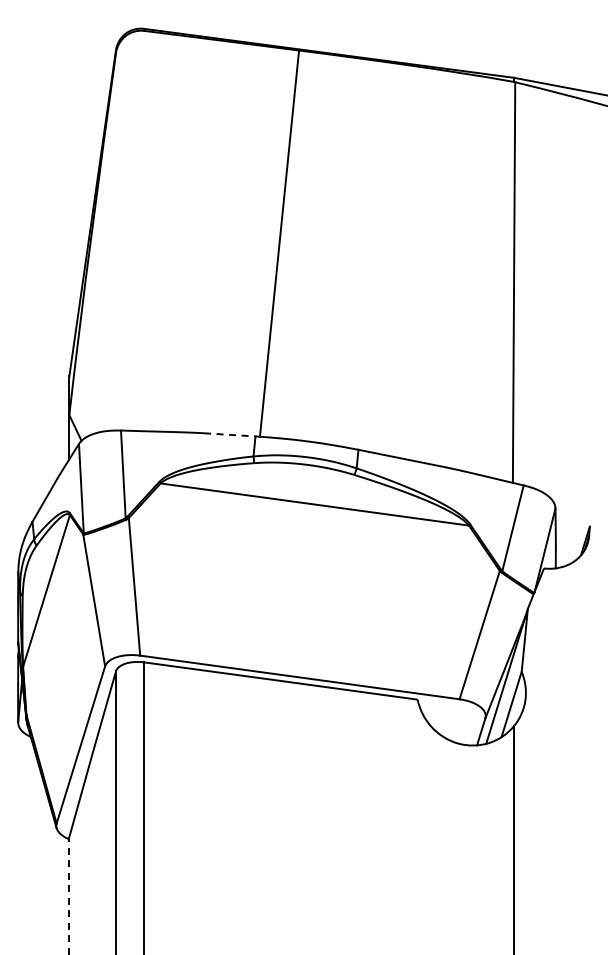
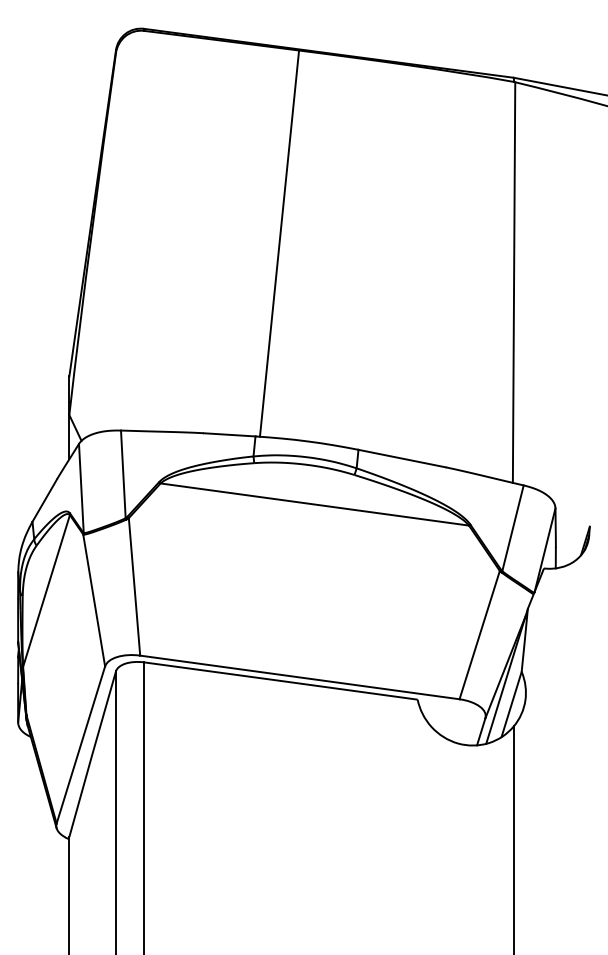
line at (229, 434): dashed -> solid
line at (69, 895): dashed -> solid
